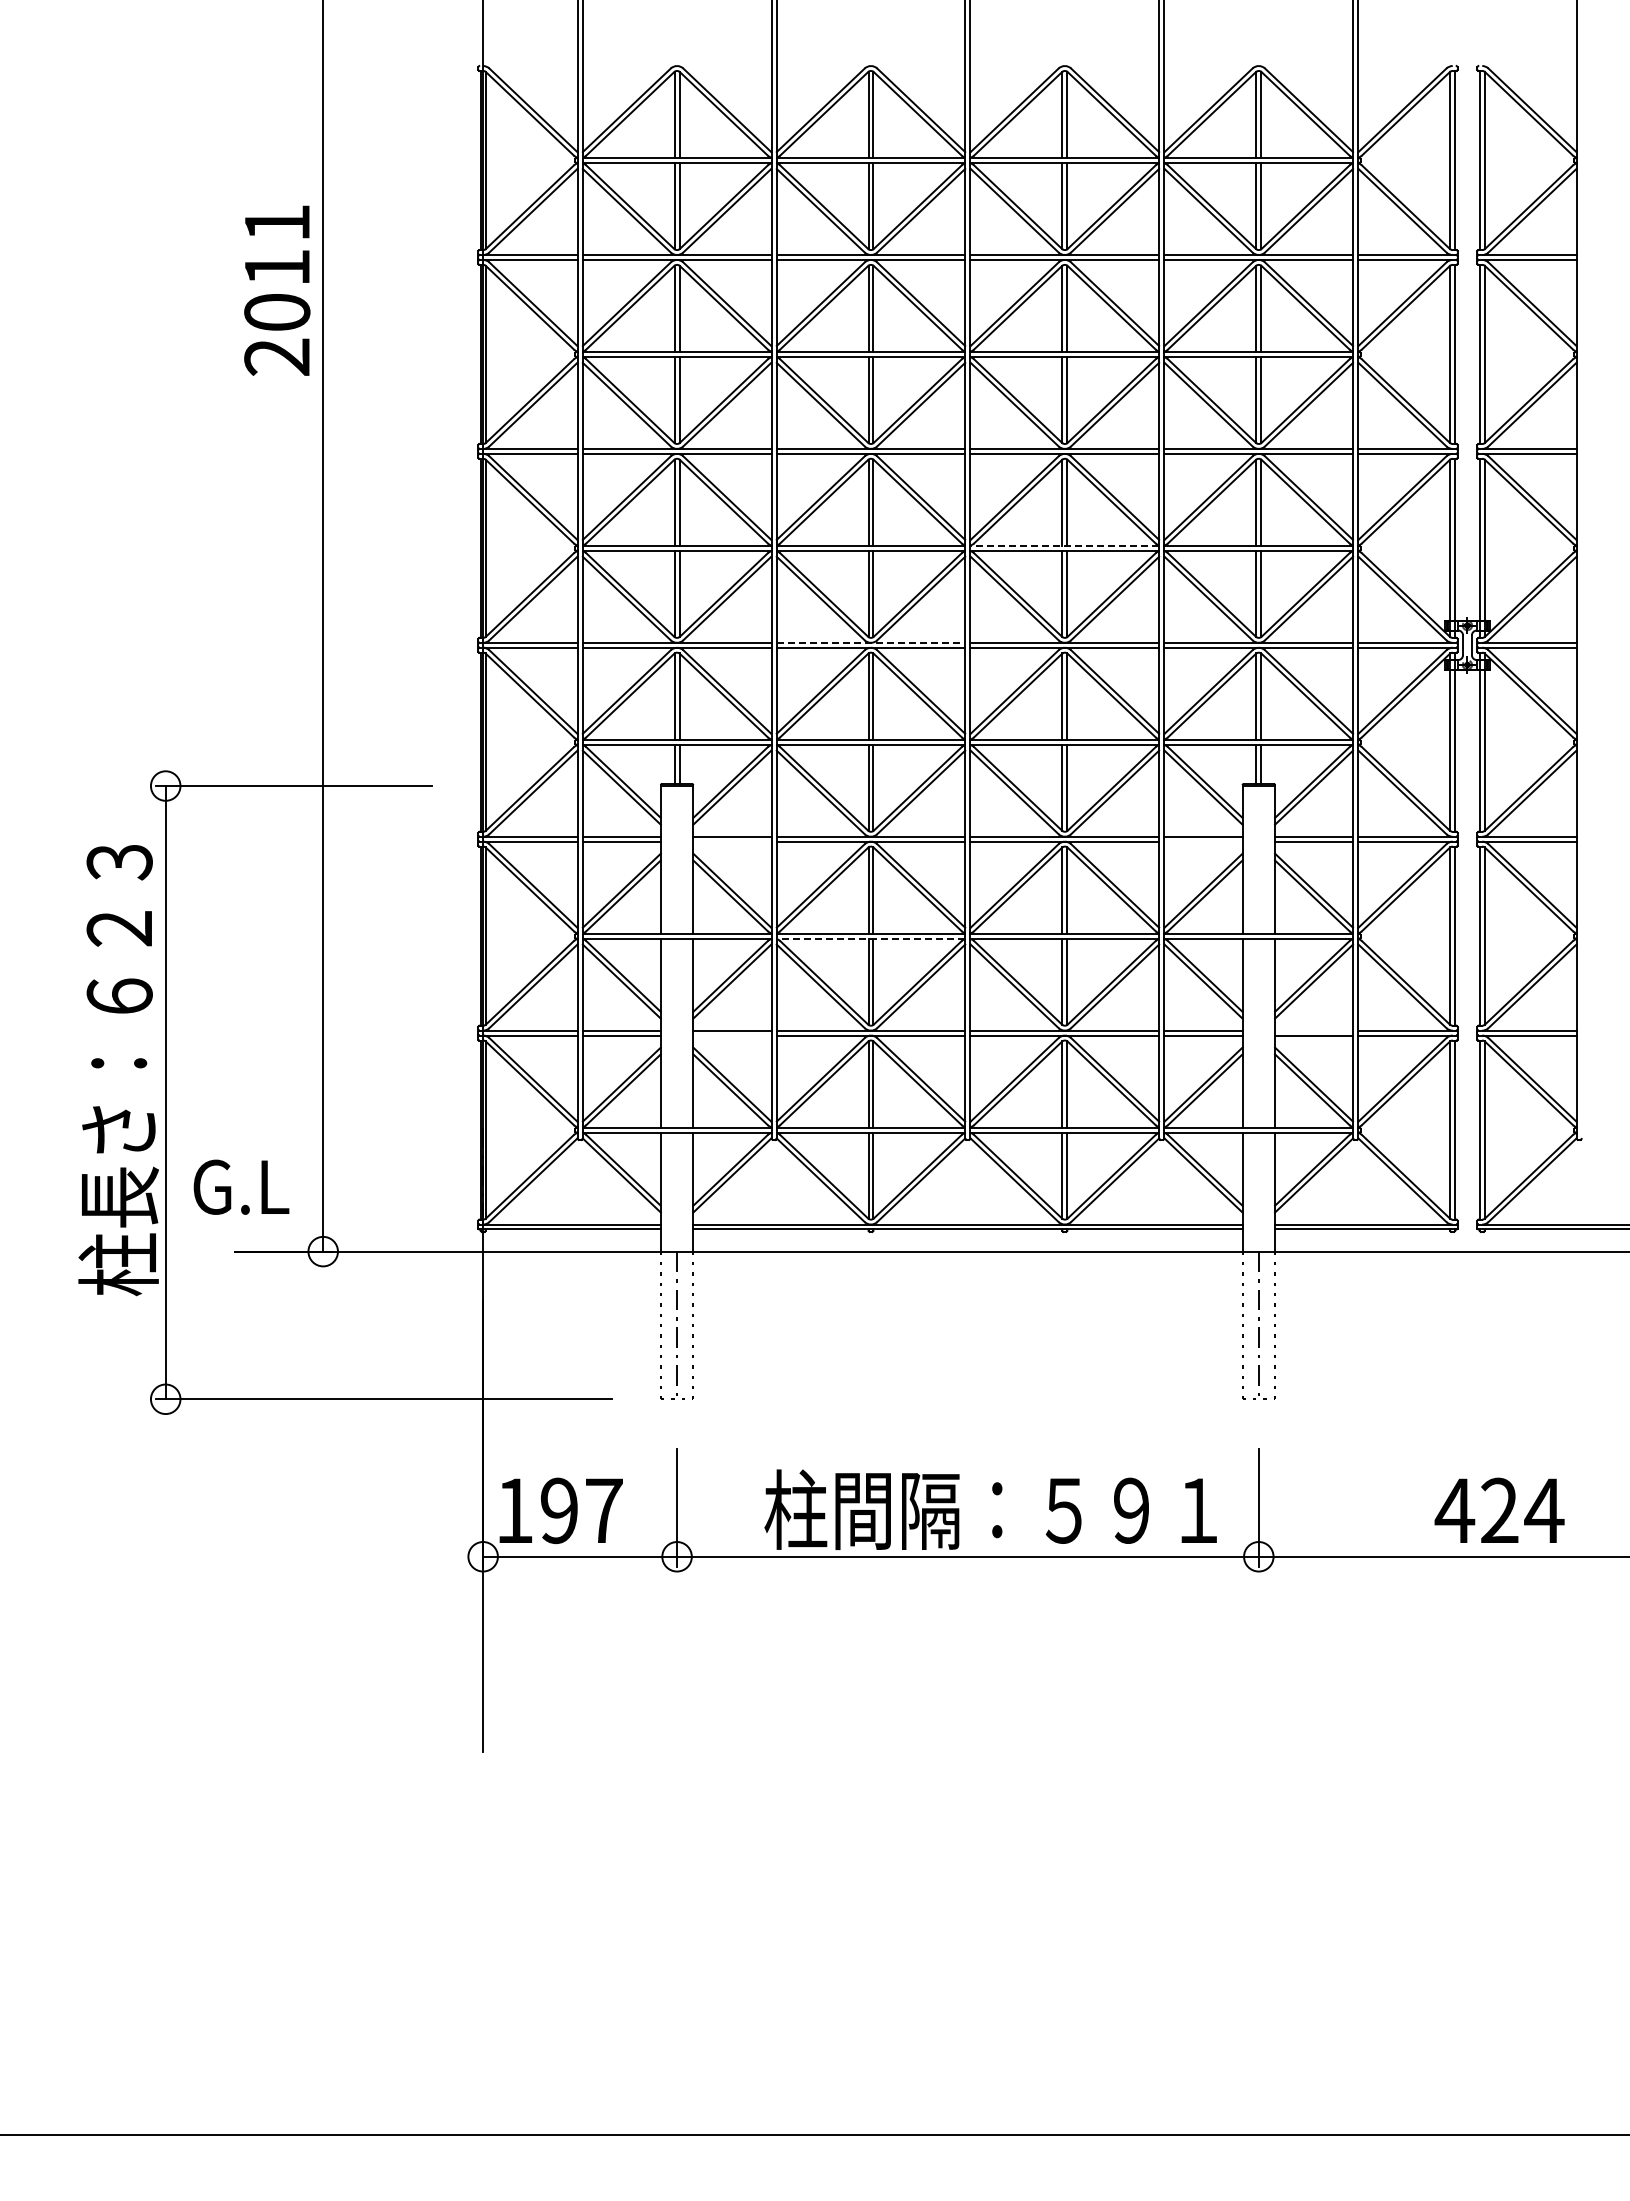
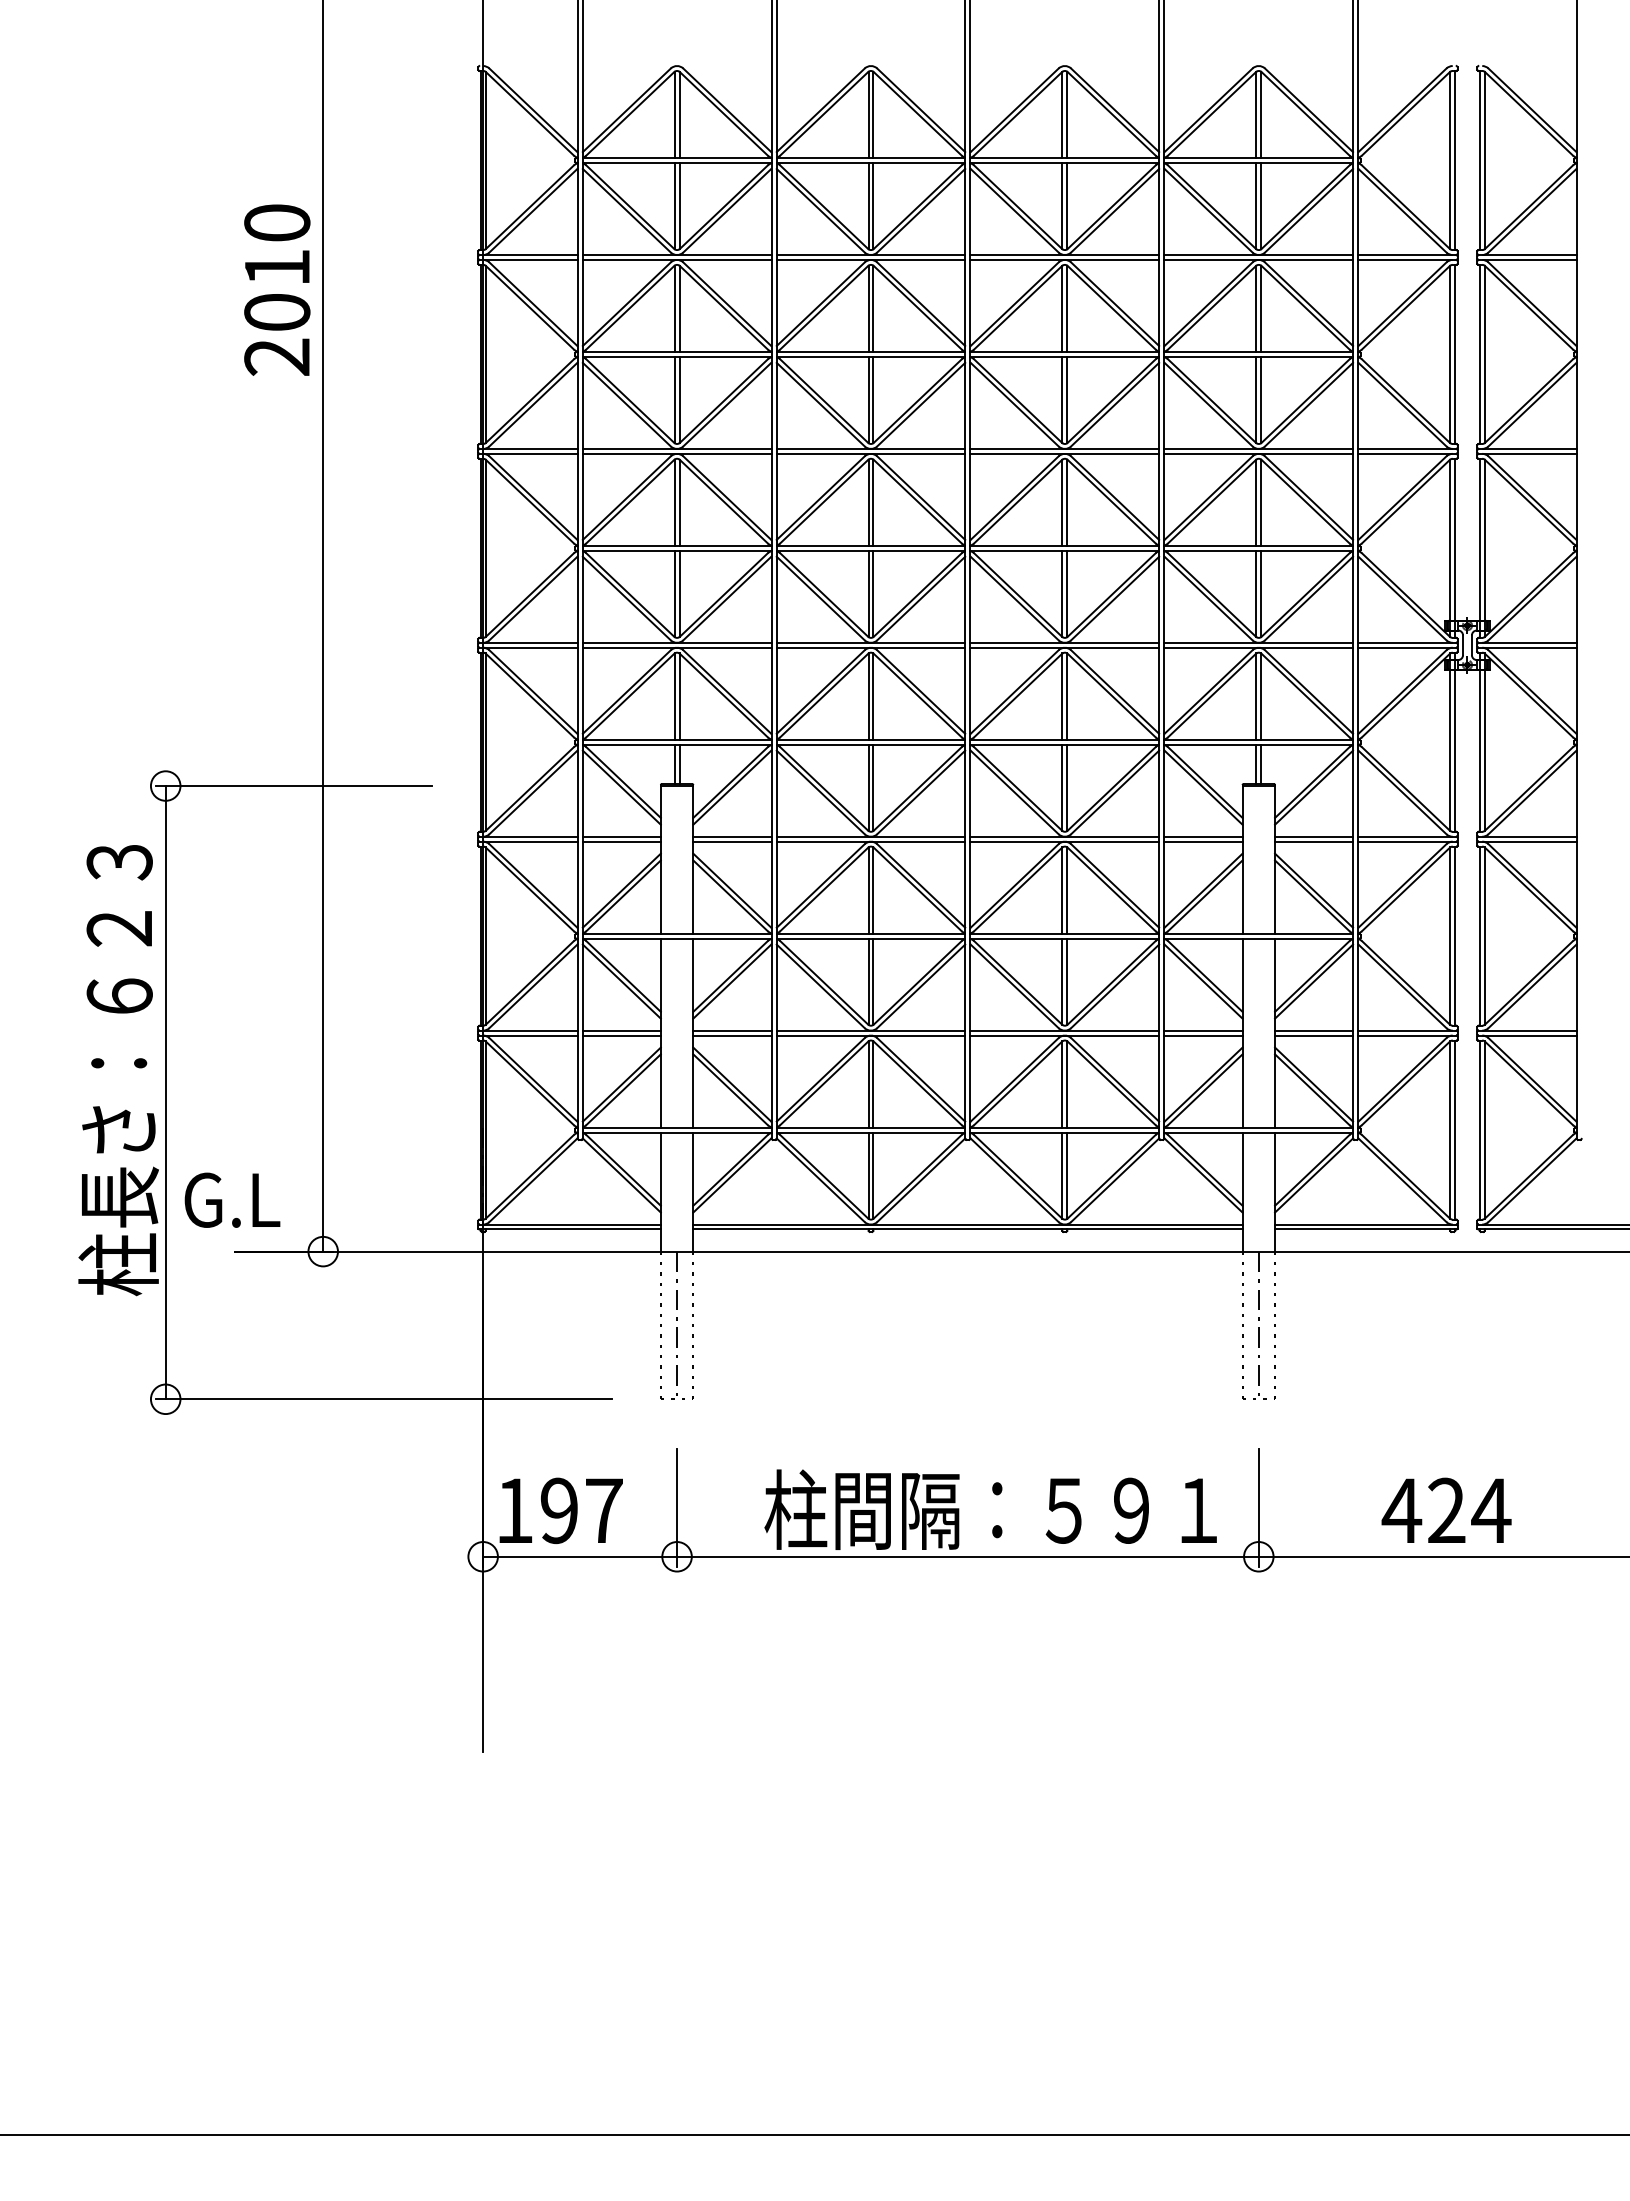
text at (277, 222): 2011 -> 2010
line at (1064, 545): dashed -> solid
line at (871, 642): dashed -> solid
line at (732, 841): none -> present
line at (1203, 841): none -> present
line at (870, 938): dashed -> solid
line at (1314, 1030): none -> present
line at (732, 1035): none -> present
text at (241, 1186) position: (241, 1186) -> (232, 1199)
text at (1499, 1509) position: (1499, 1509) -> (1446, 1509)
